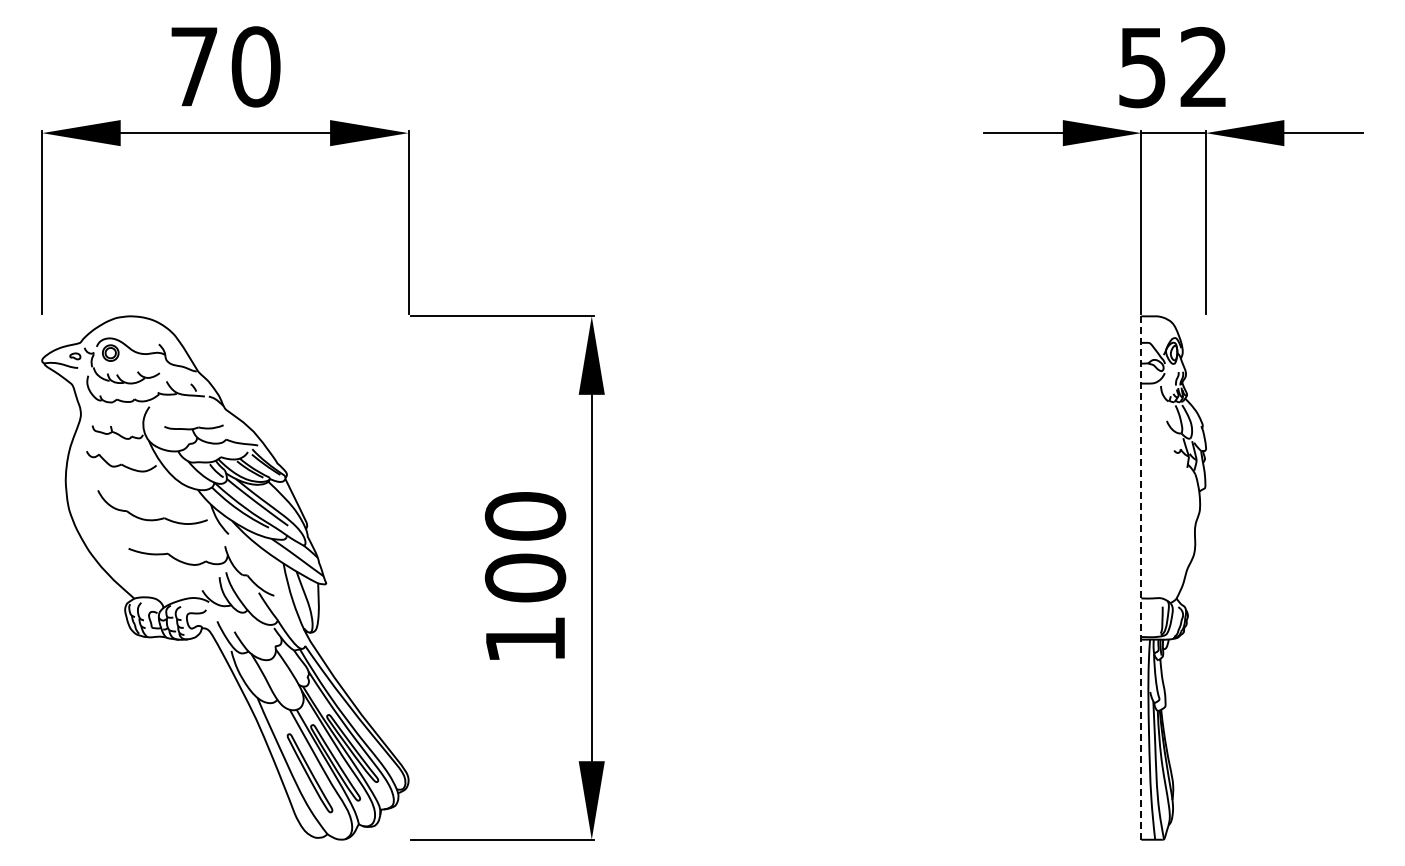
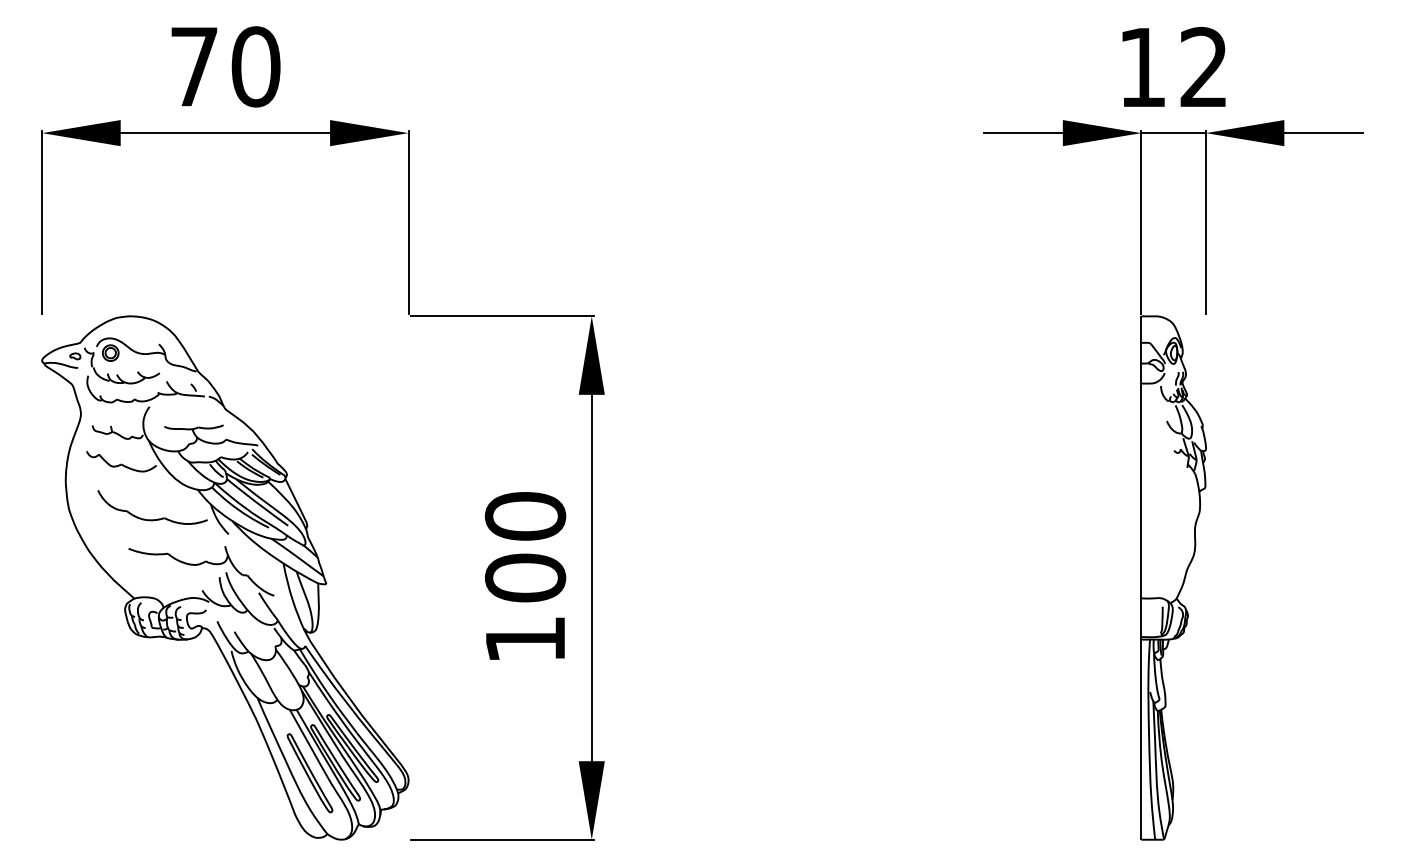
text at (1142, 68): 52 -> 12
line at (1141, 578): dashed -> solid
